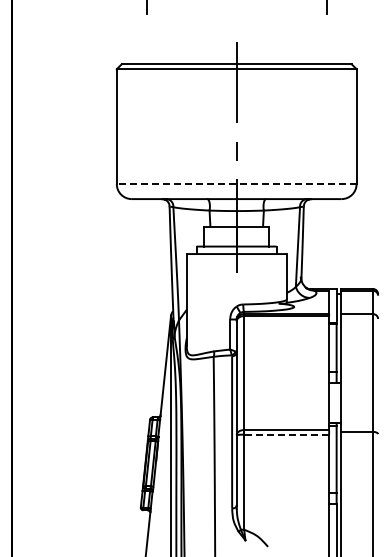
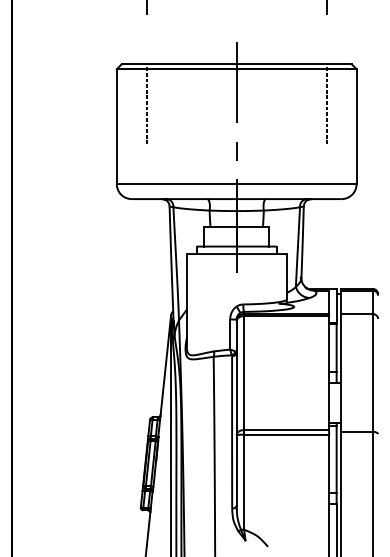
line at (146, 104): none -> present
line at (326, 104): none -> present
line at (236, 184): dashed -> solid
line at (286, 434): dashed -> solid
